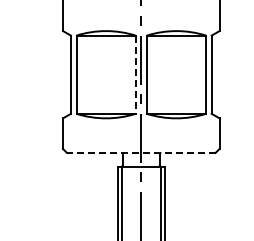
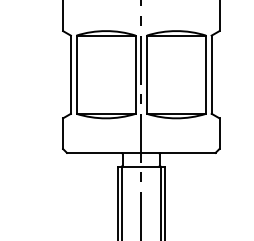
line at (135, 75): dashed -> solid
line at (140, 152): dashed -> solid
